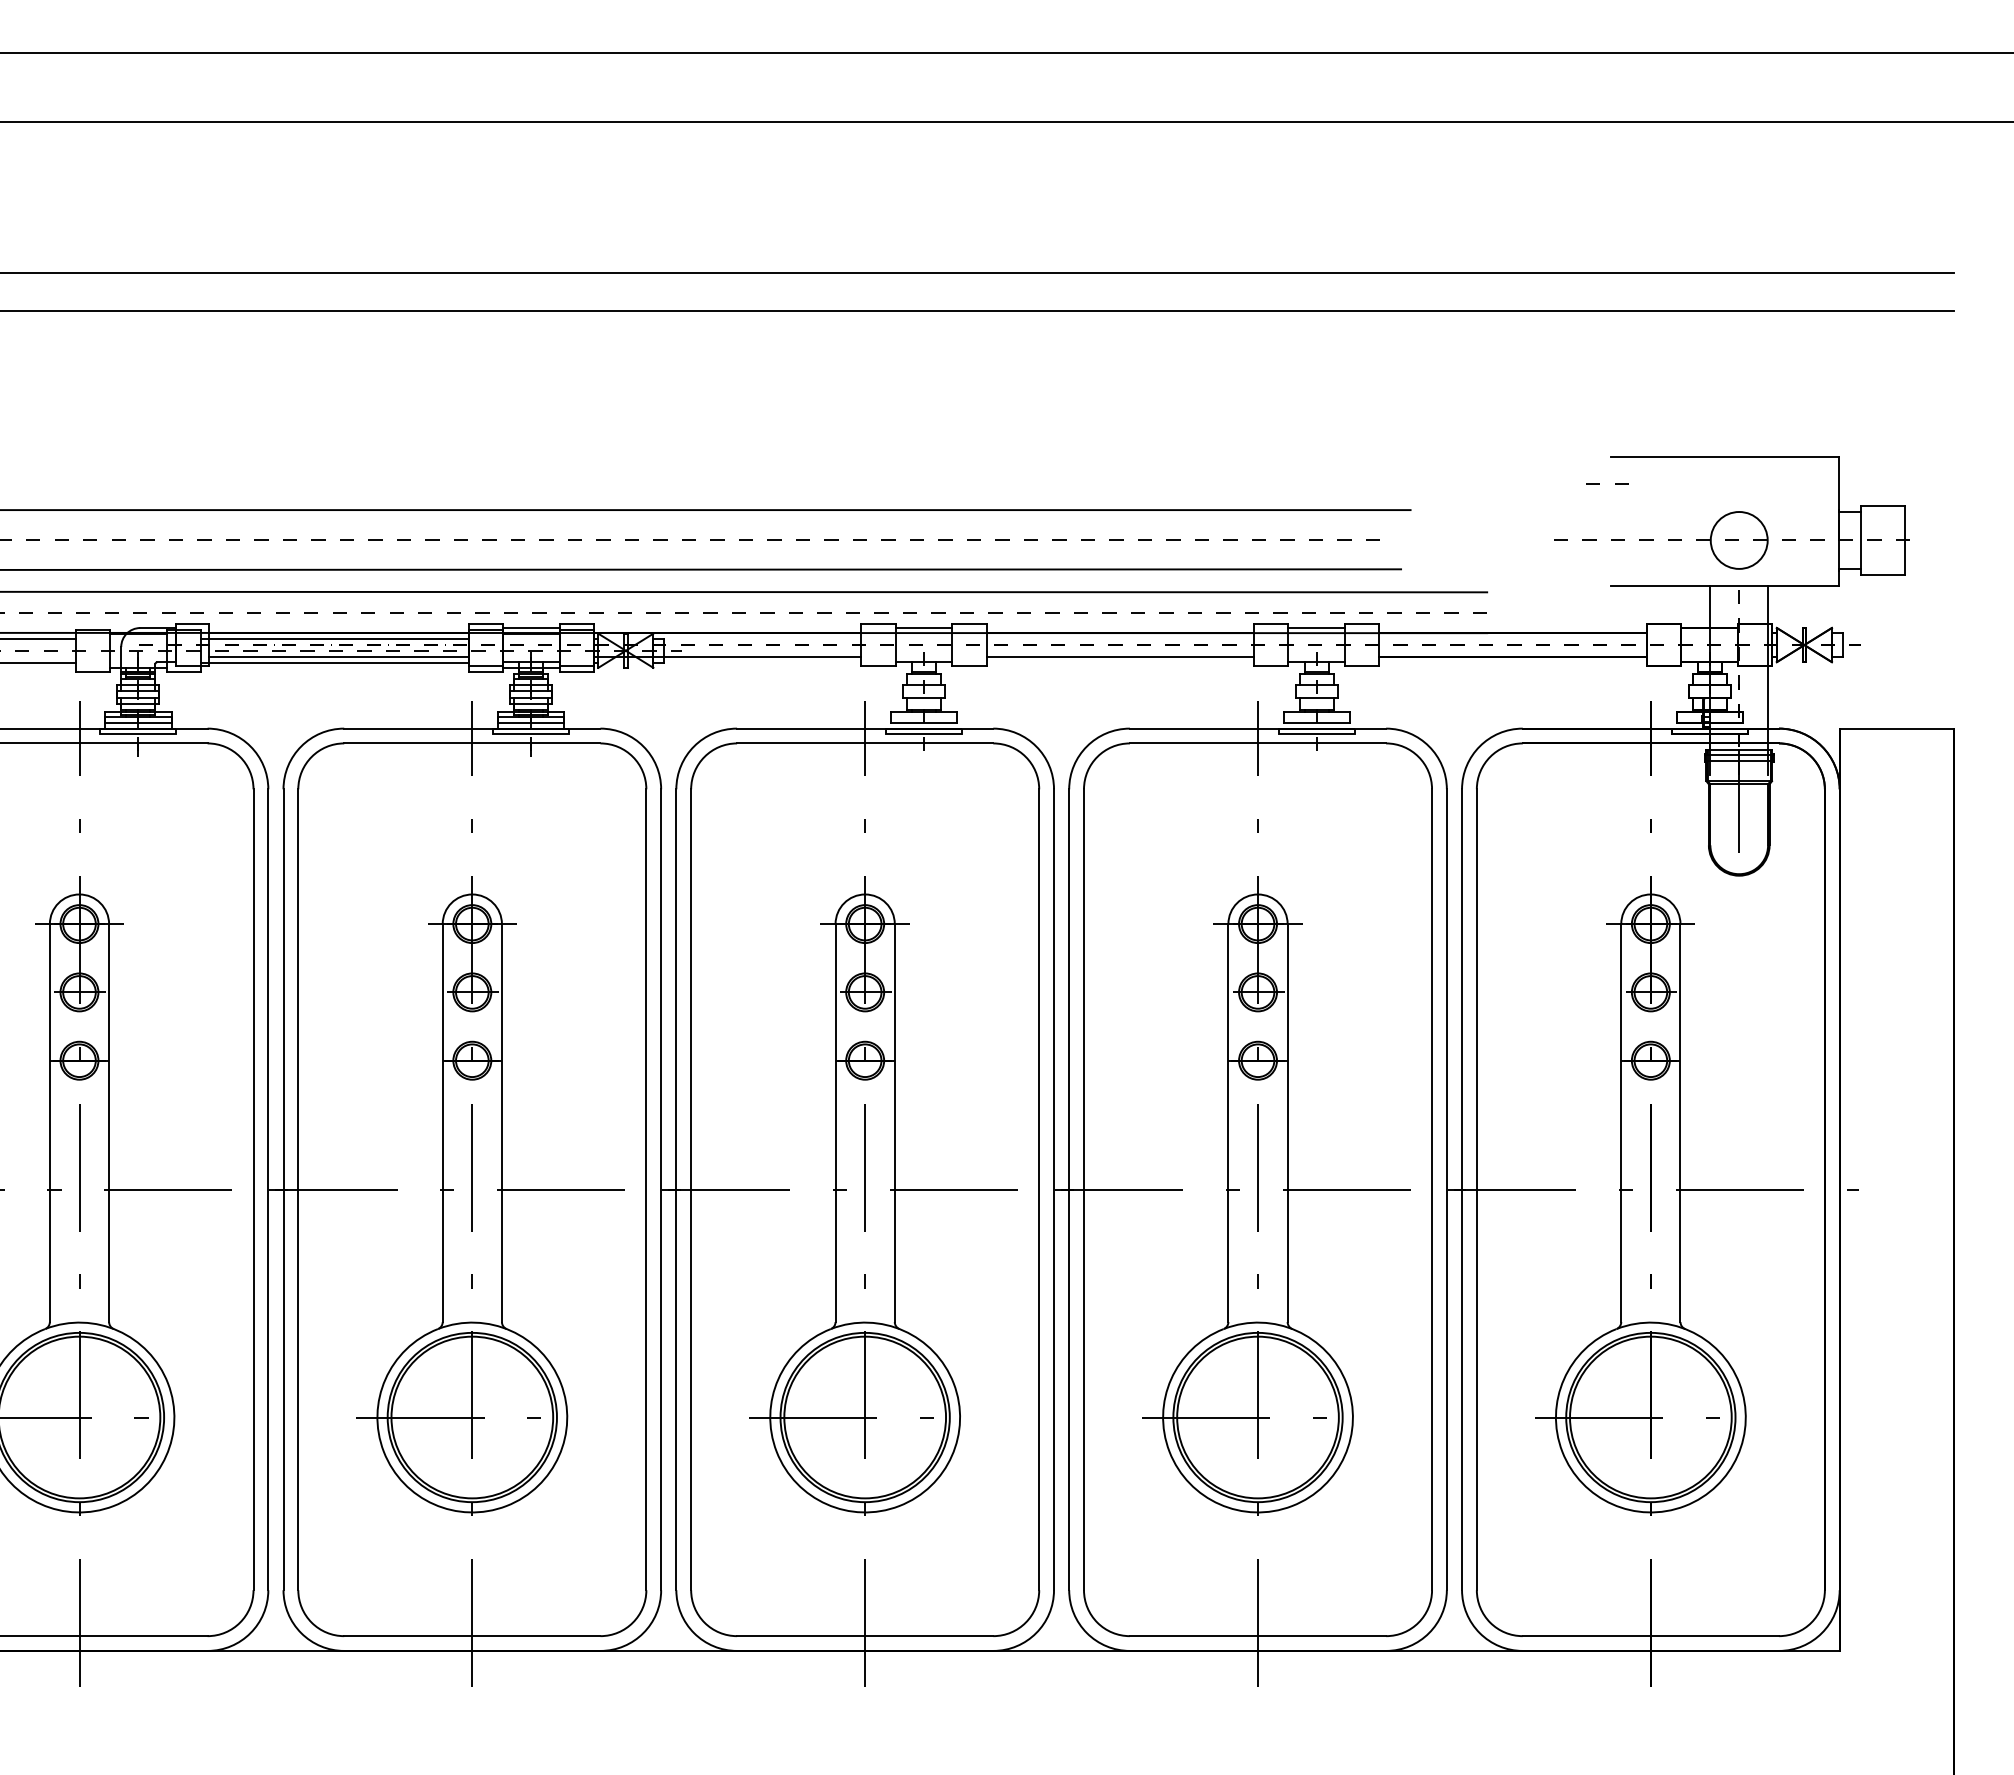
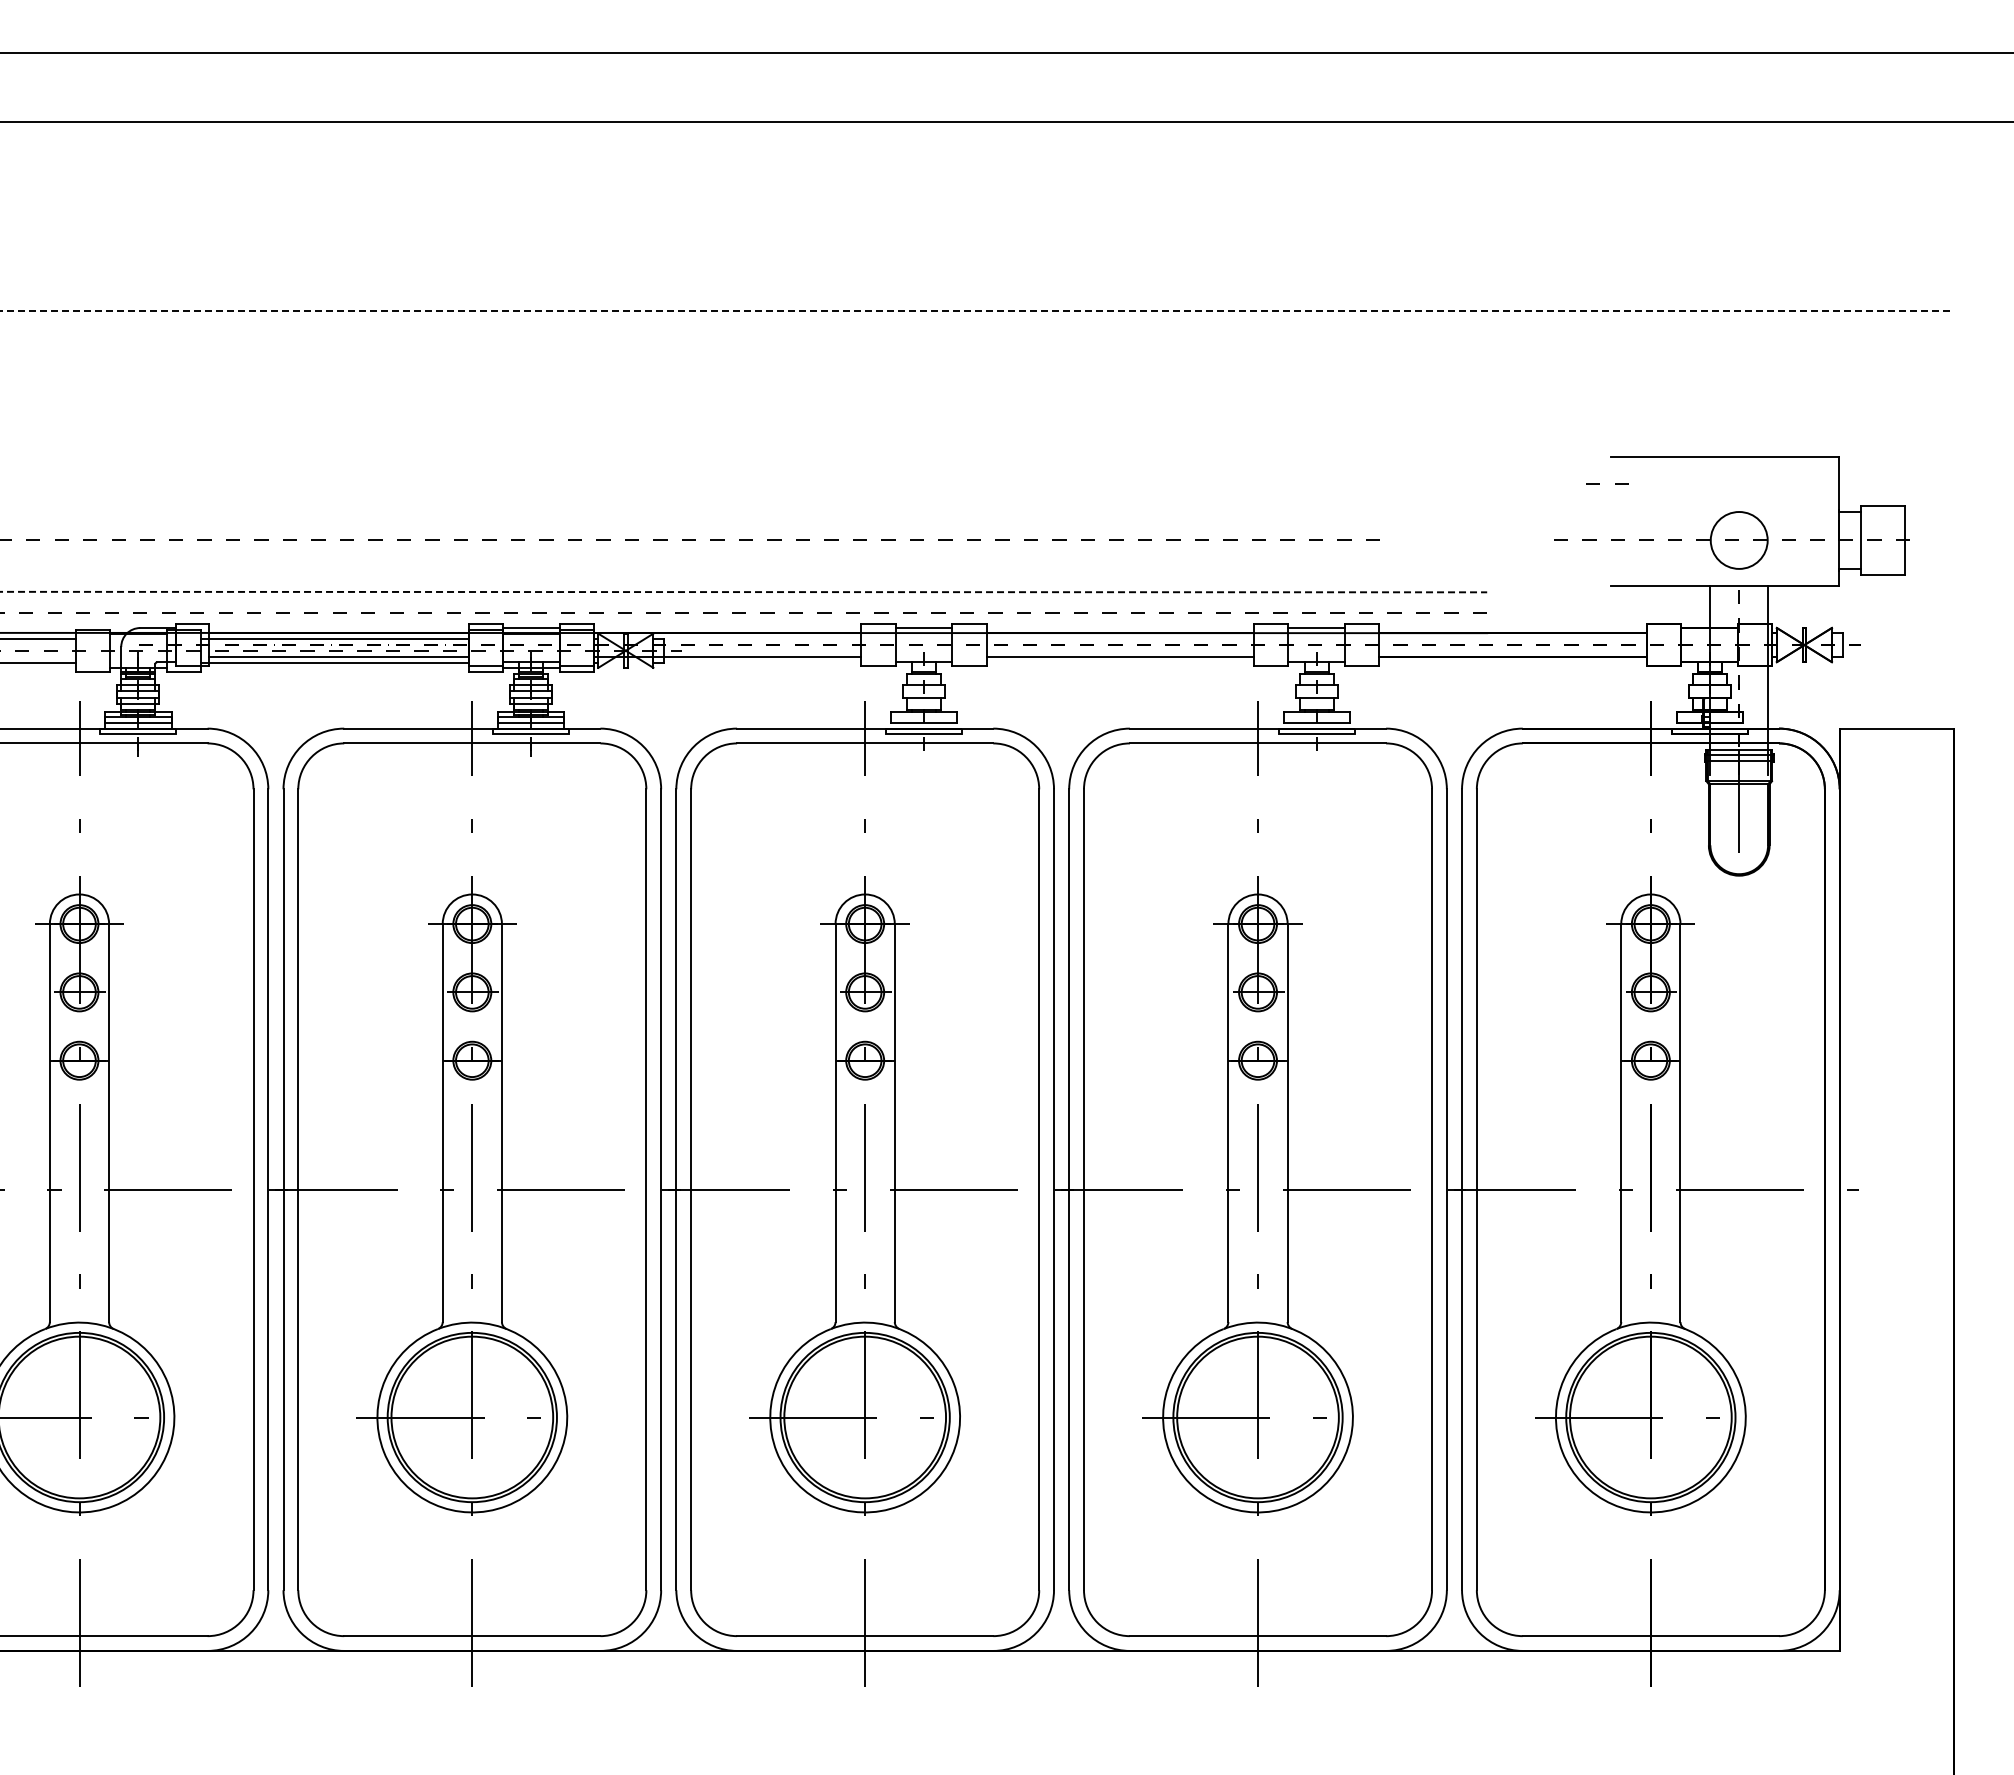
line at (977, 273): present -> none
line at (977, 311): solid -> dashed
line at (706, 510): present -> none
line at (701, 569): present -> none
line at (744, 592): solid -> dashed
